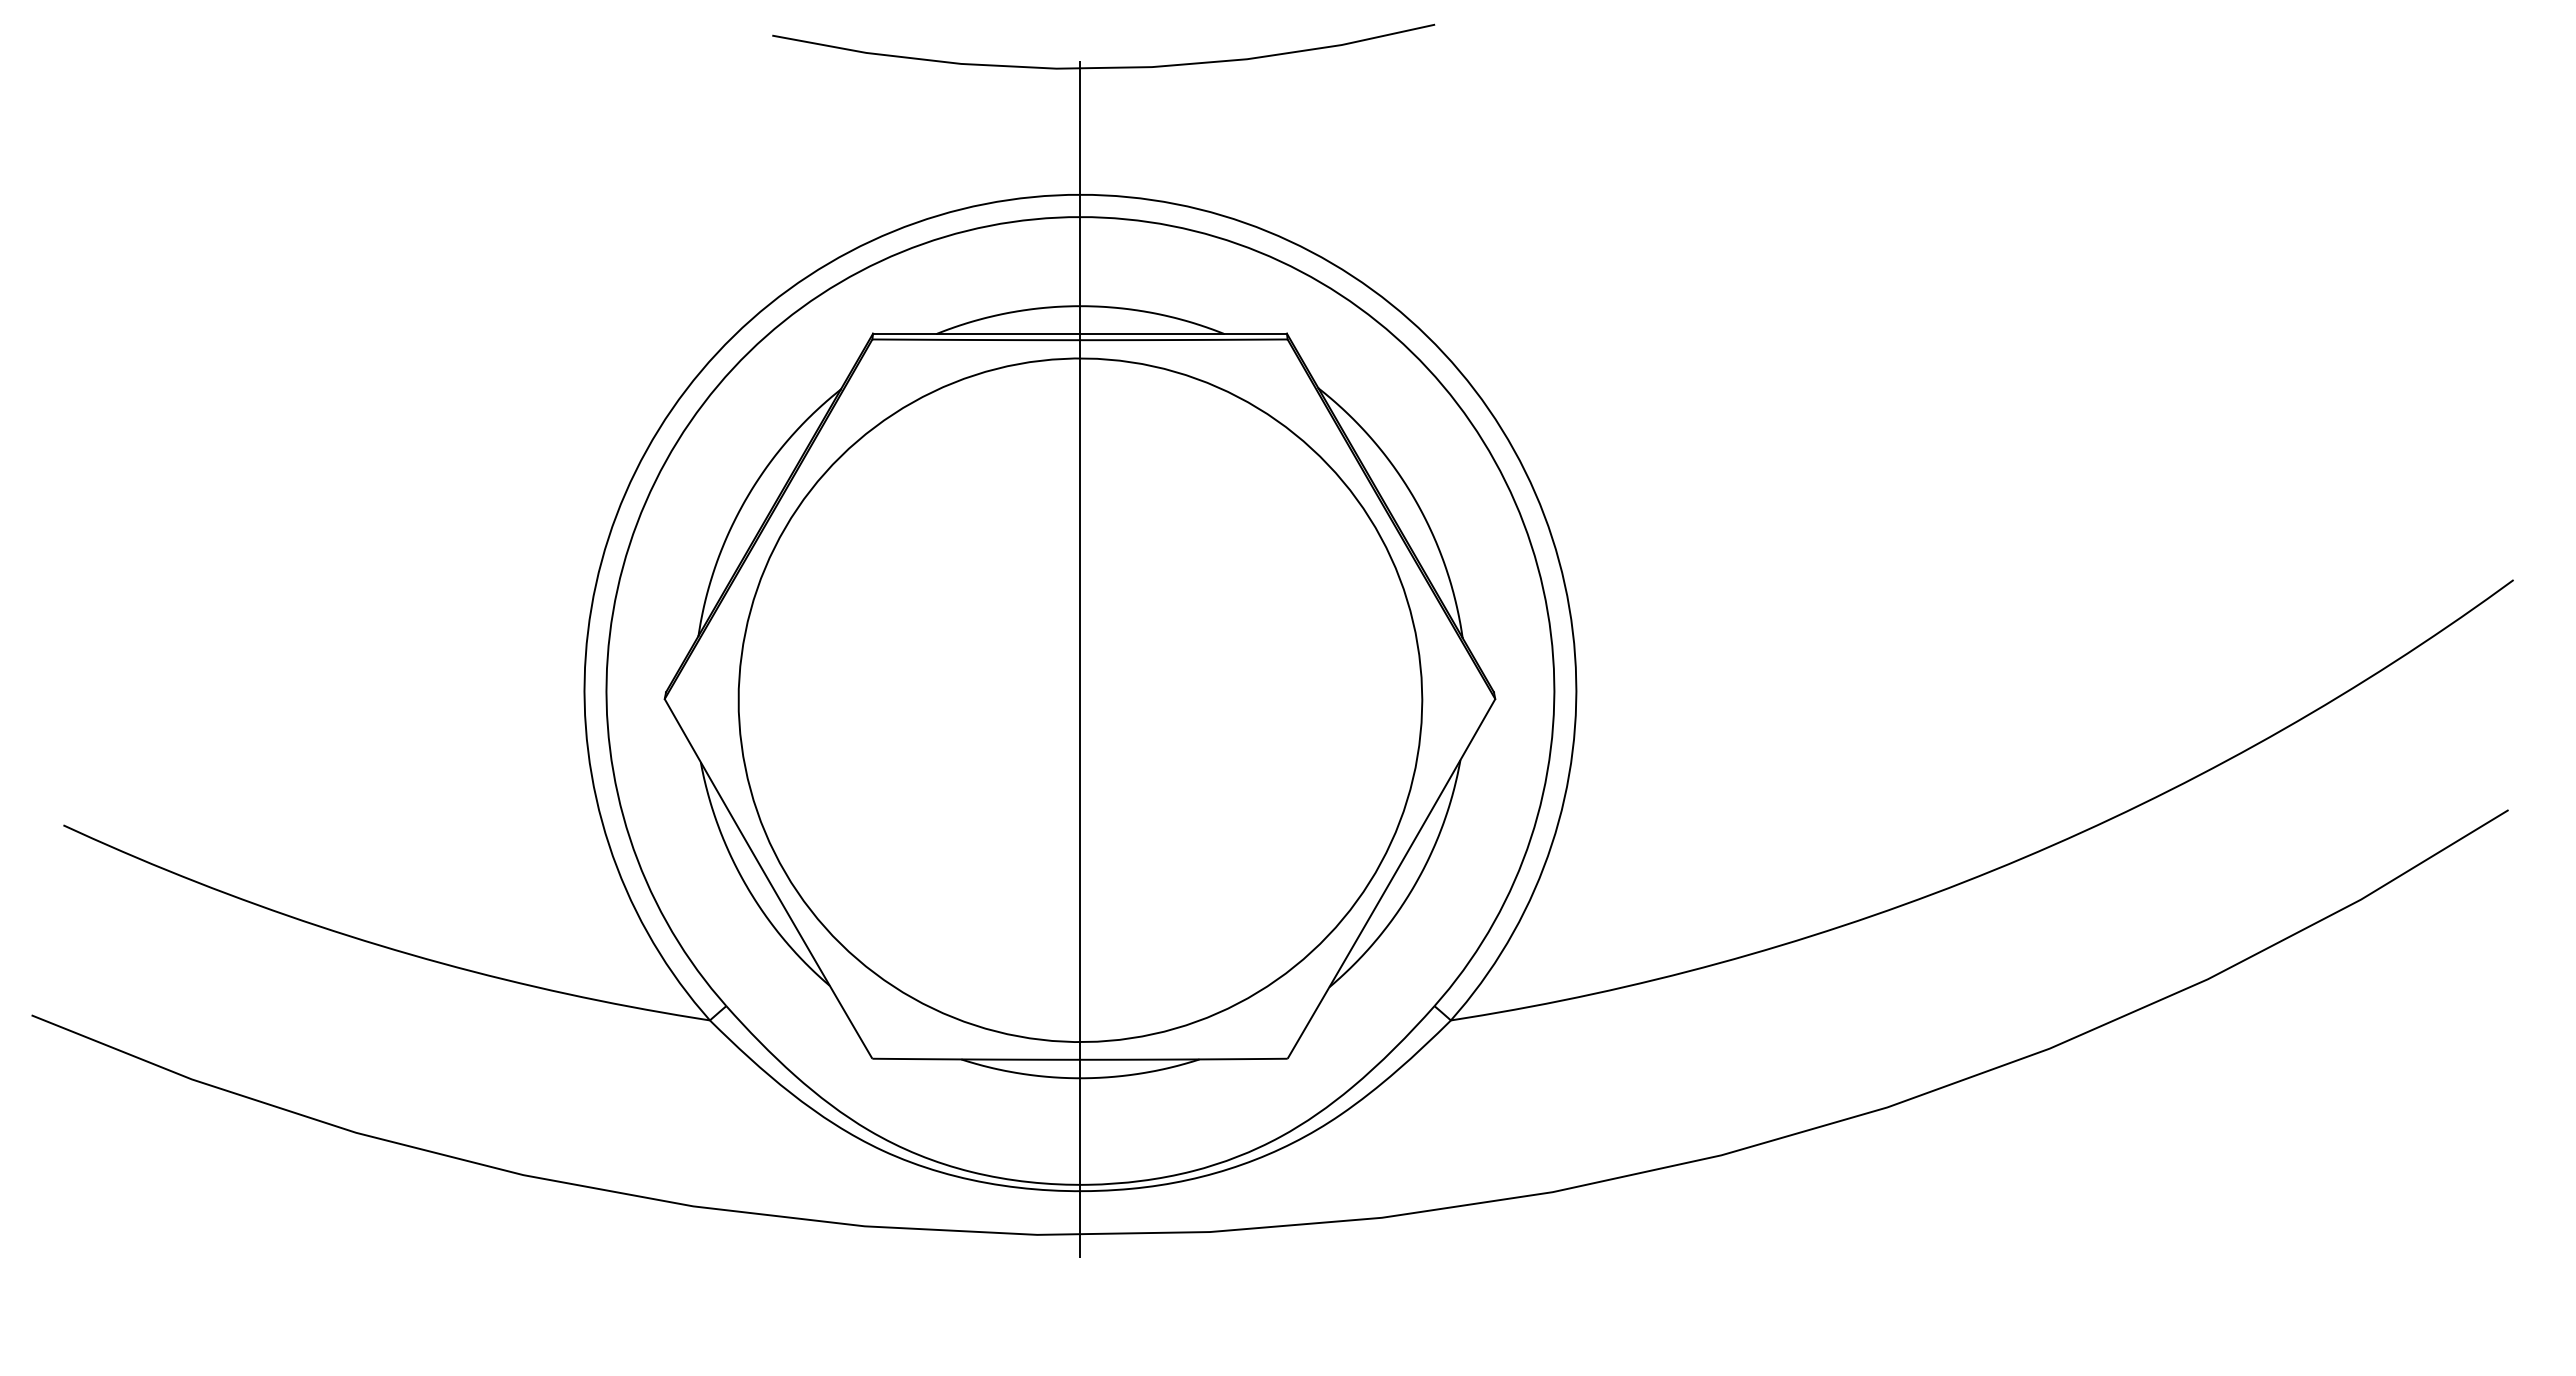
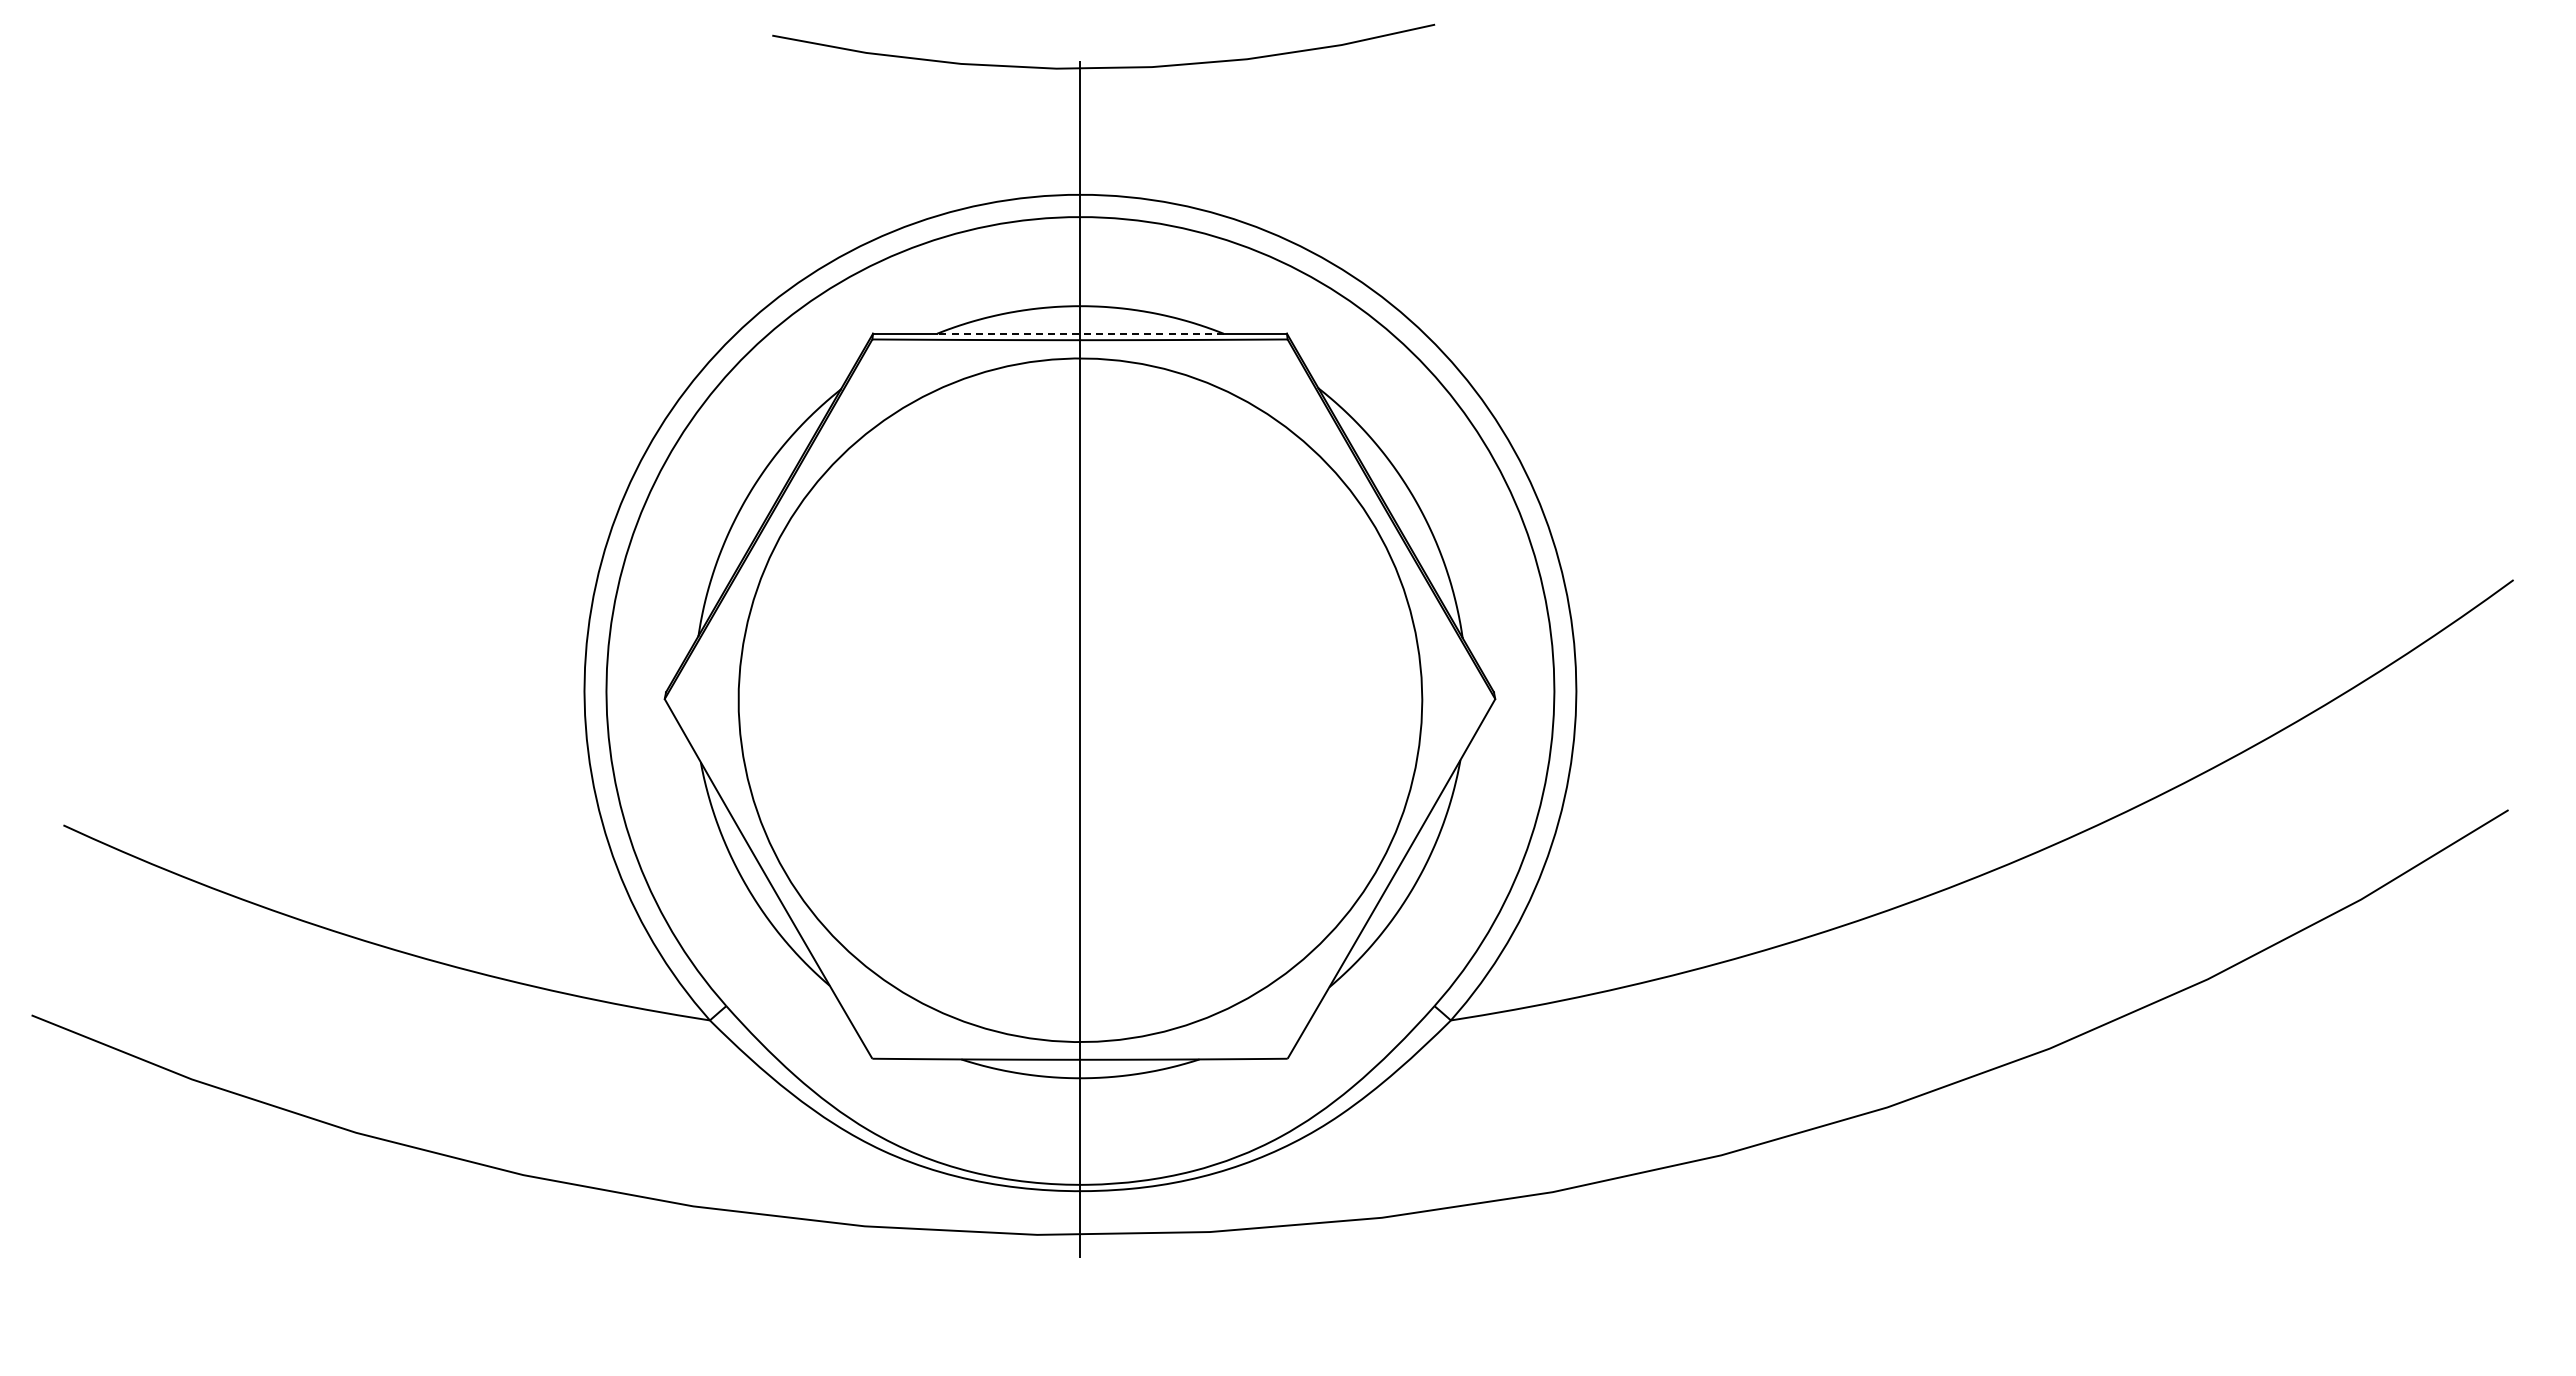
line at (1079, 333): solid -> dashed
